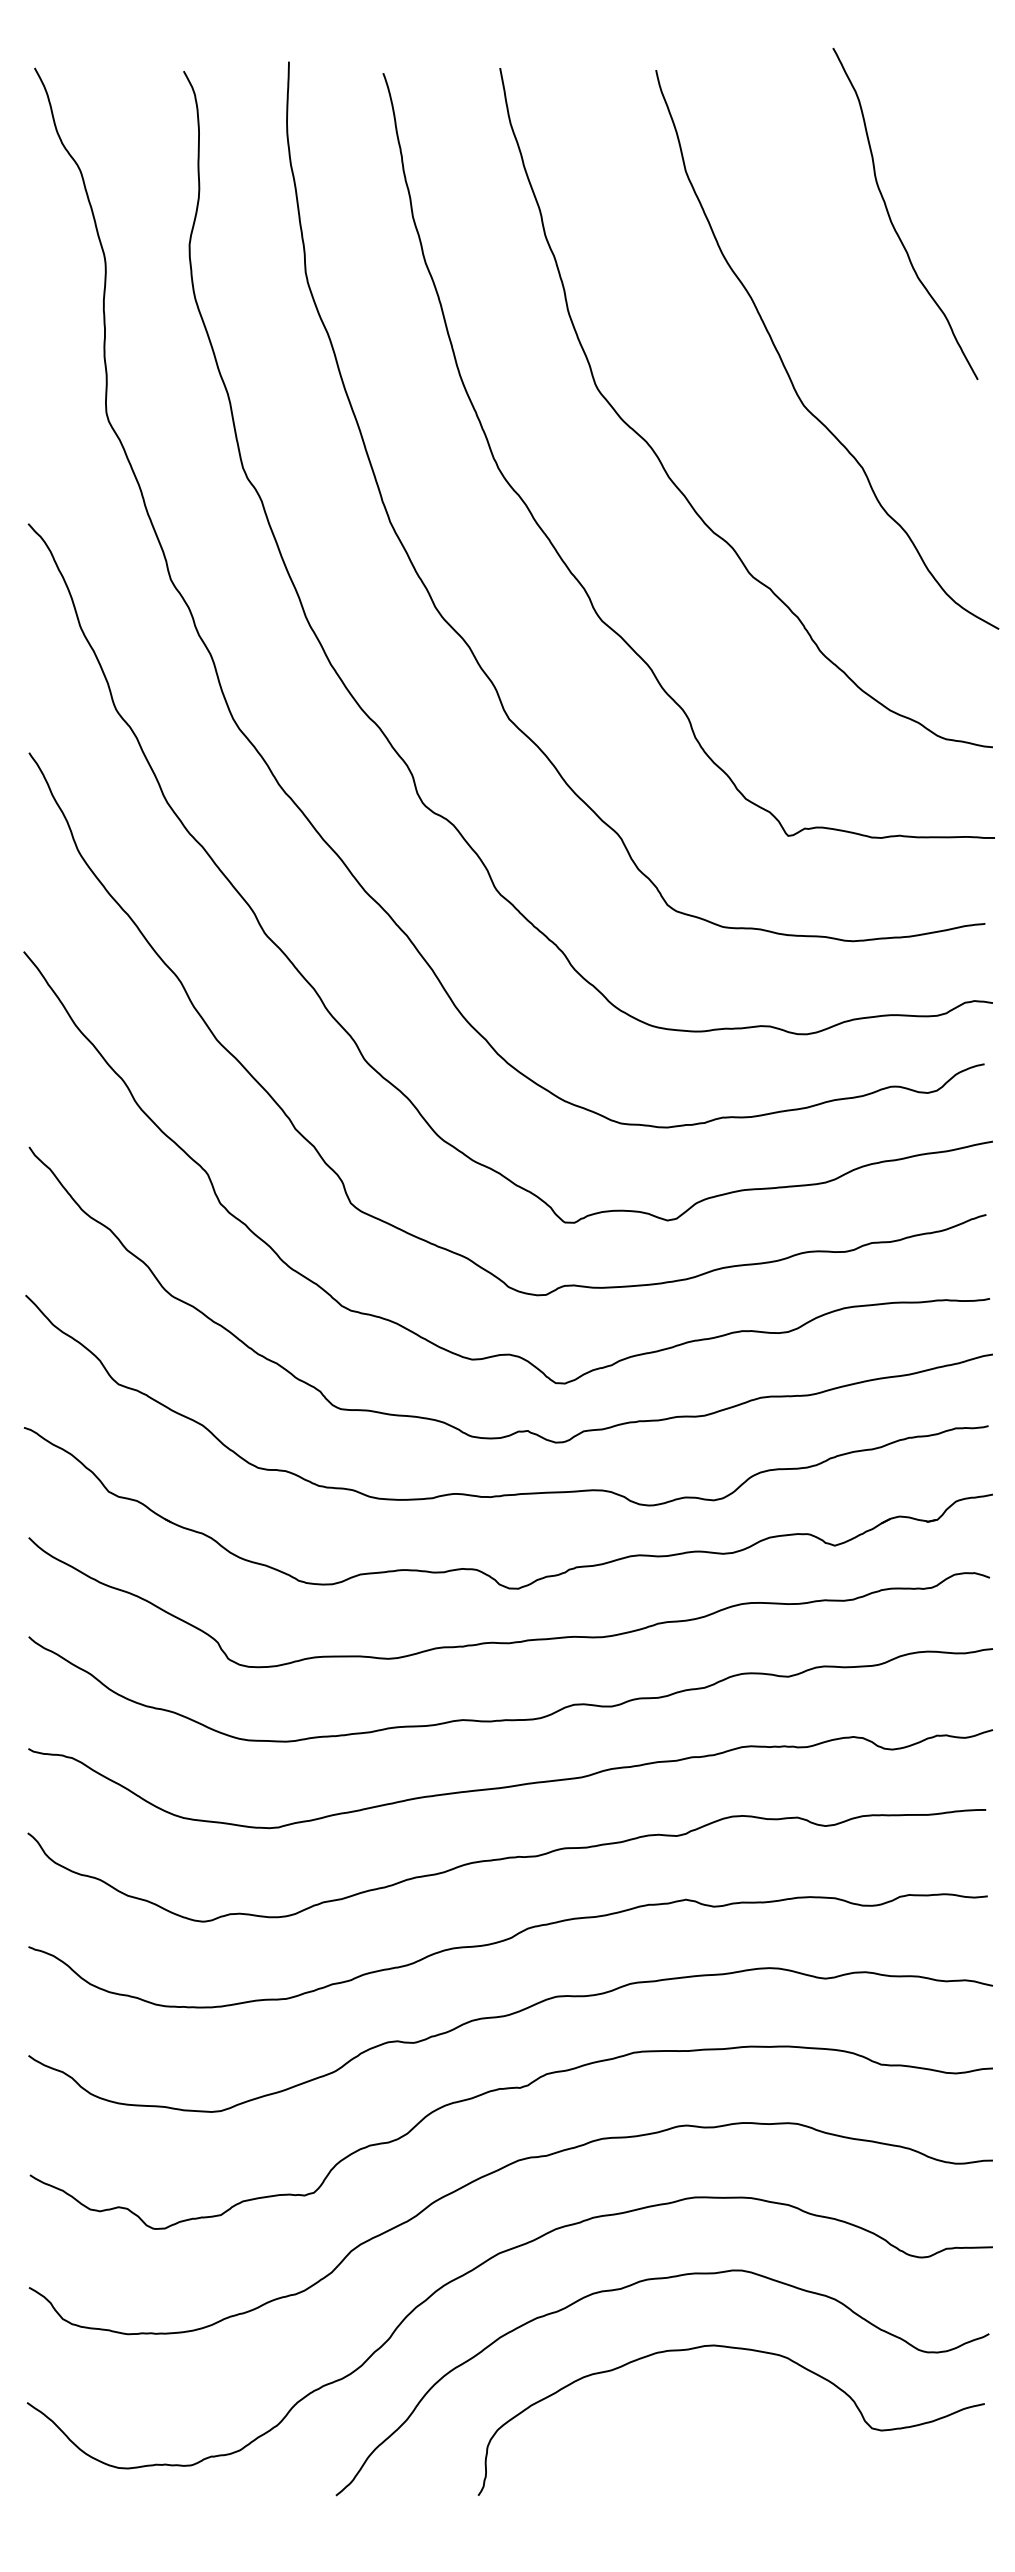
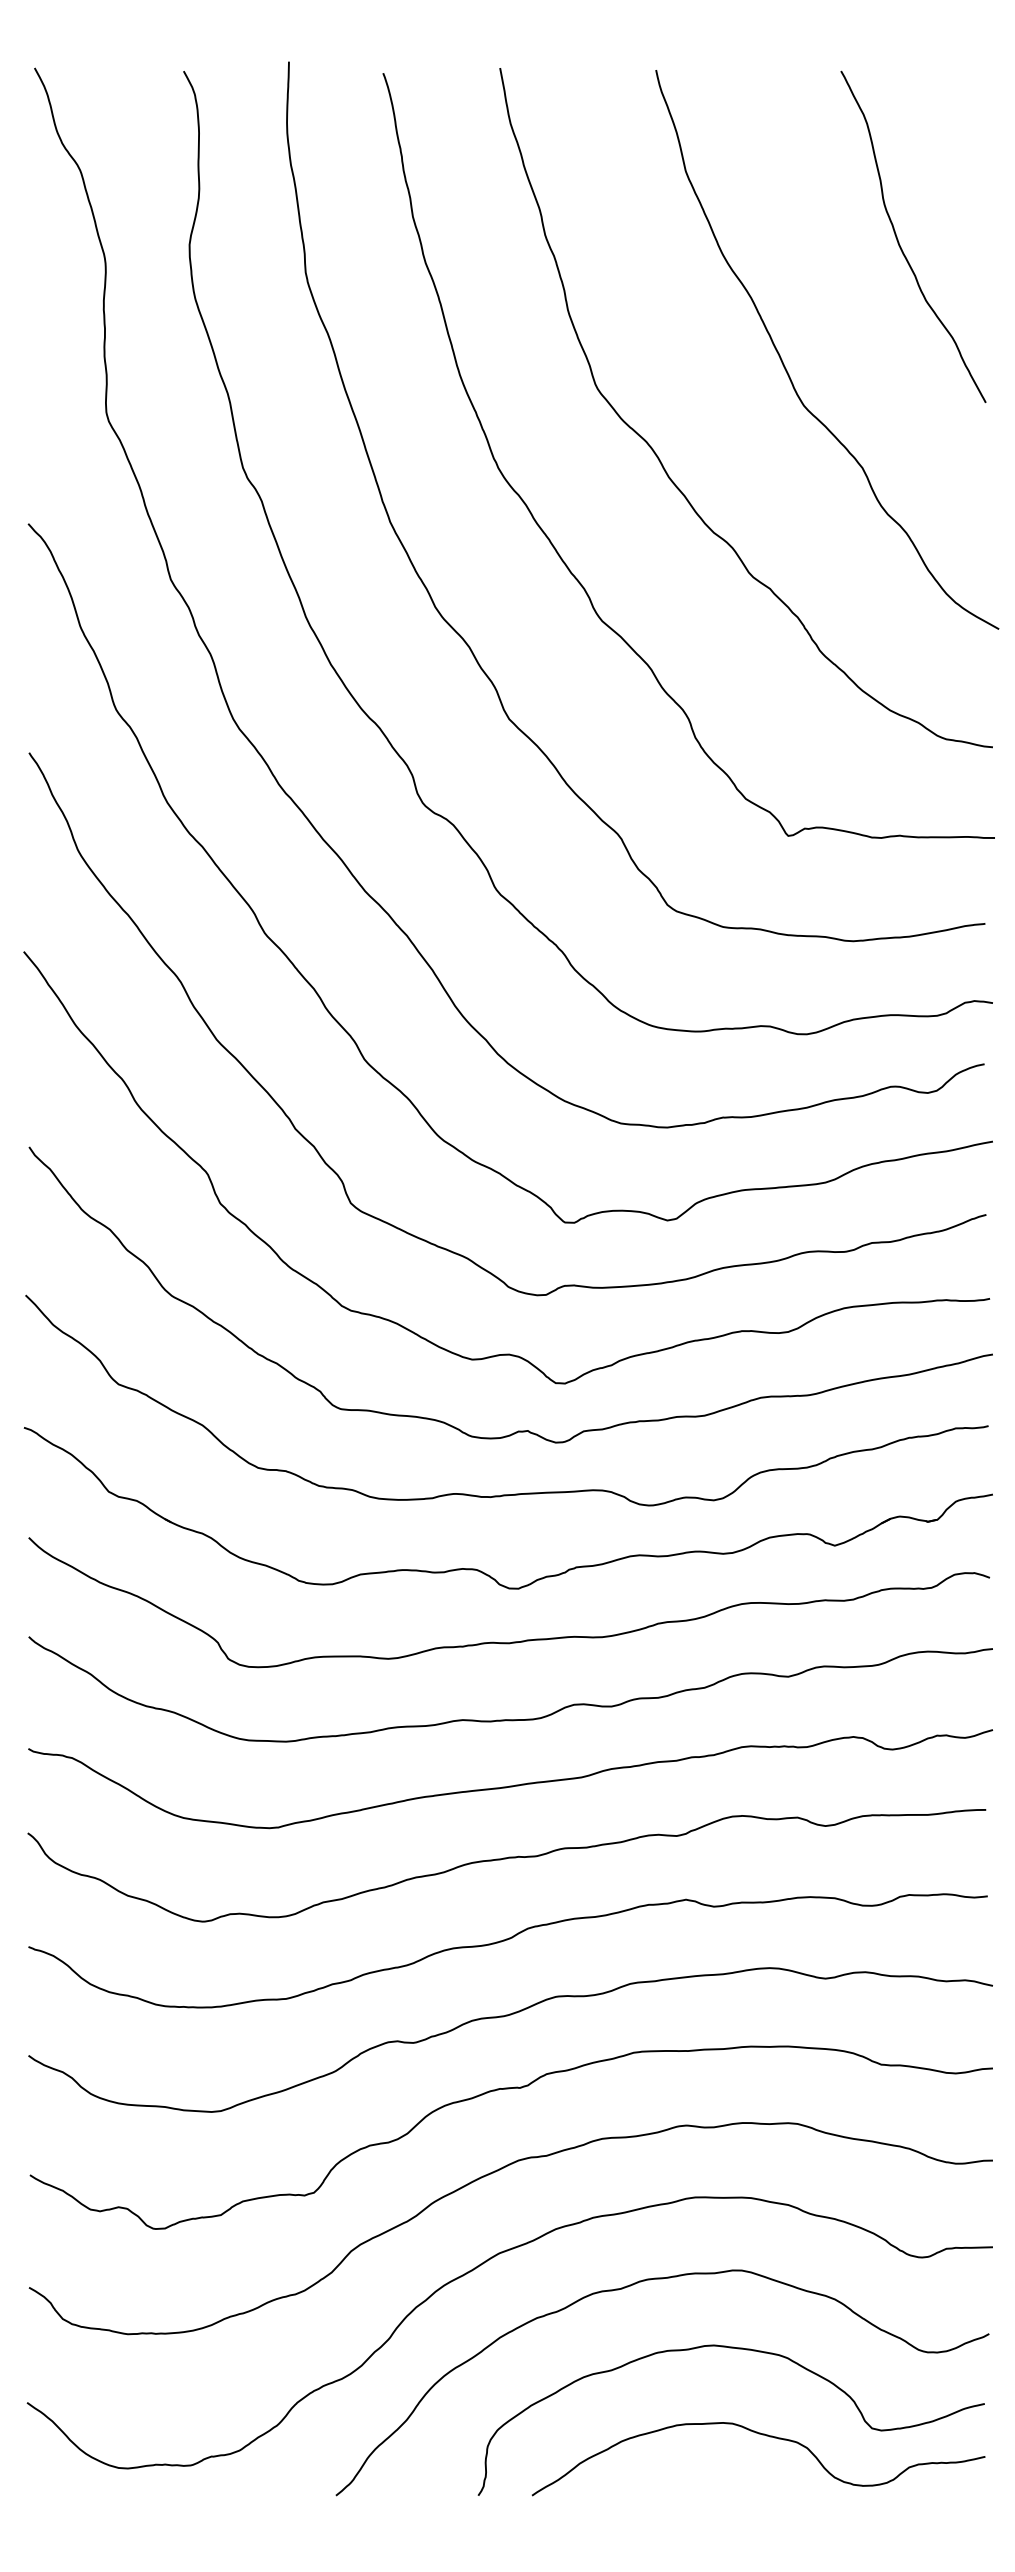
curve at (891, 219) position: (891, 219) -> (899, 242)
curve at (762, 2435): none -> present
